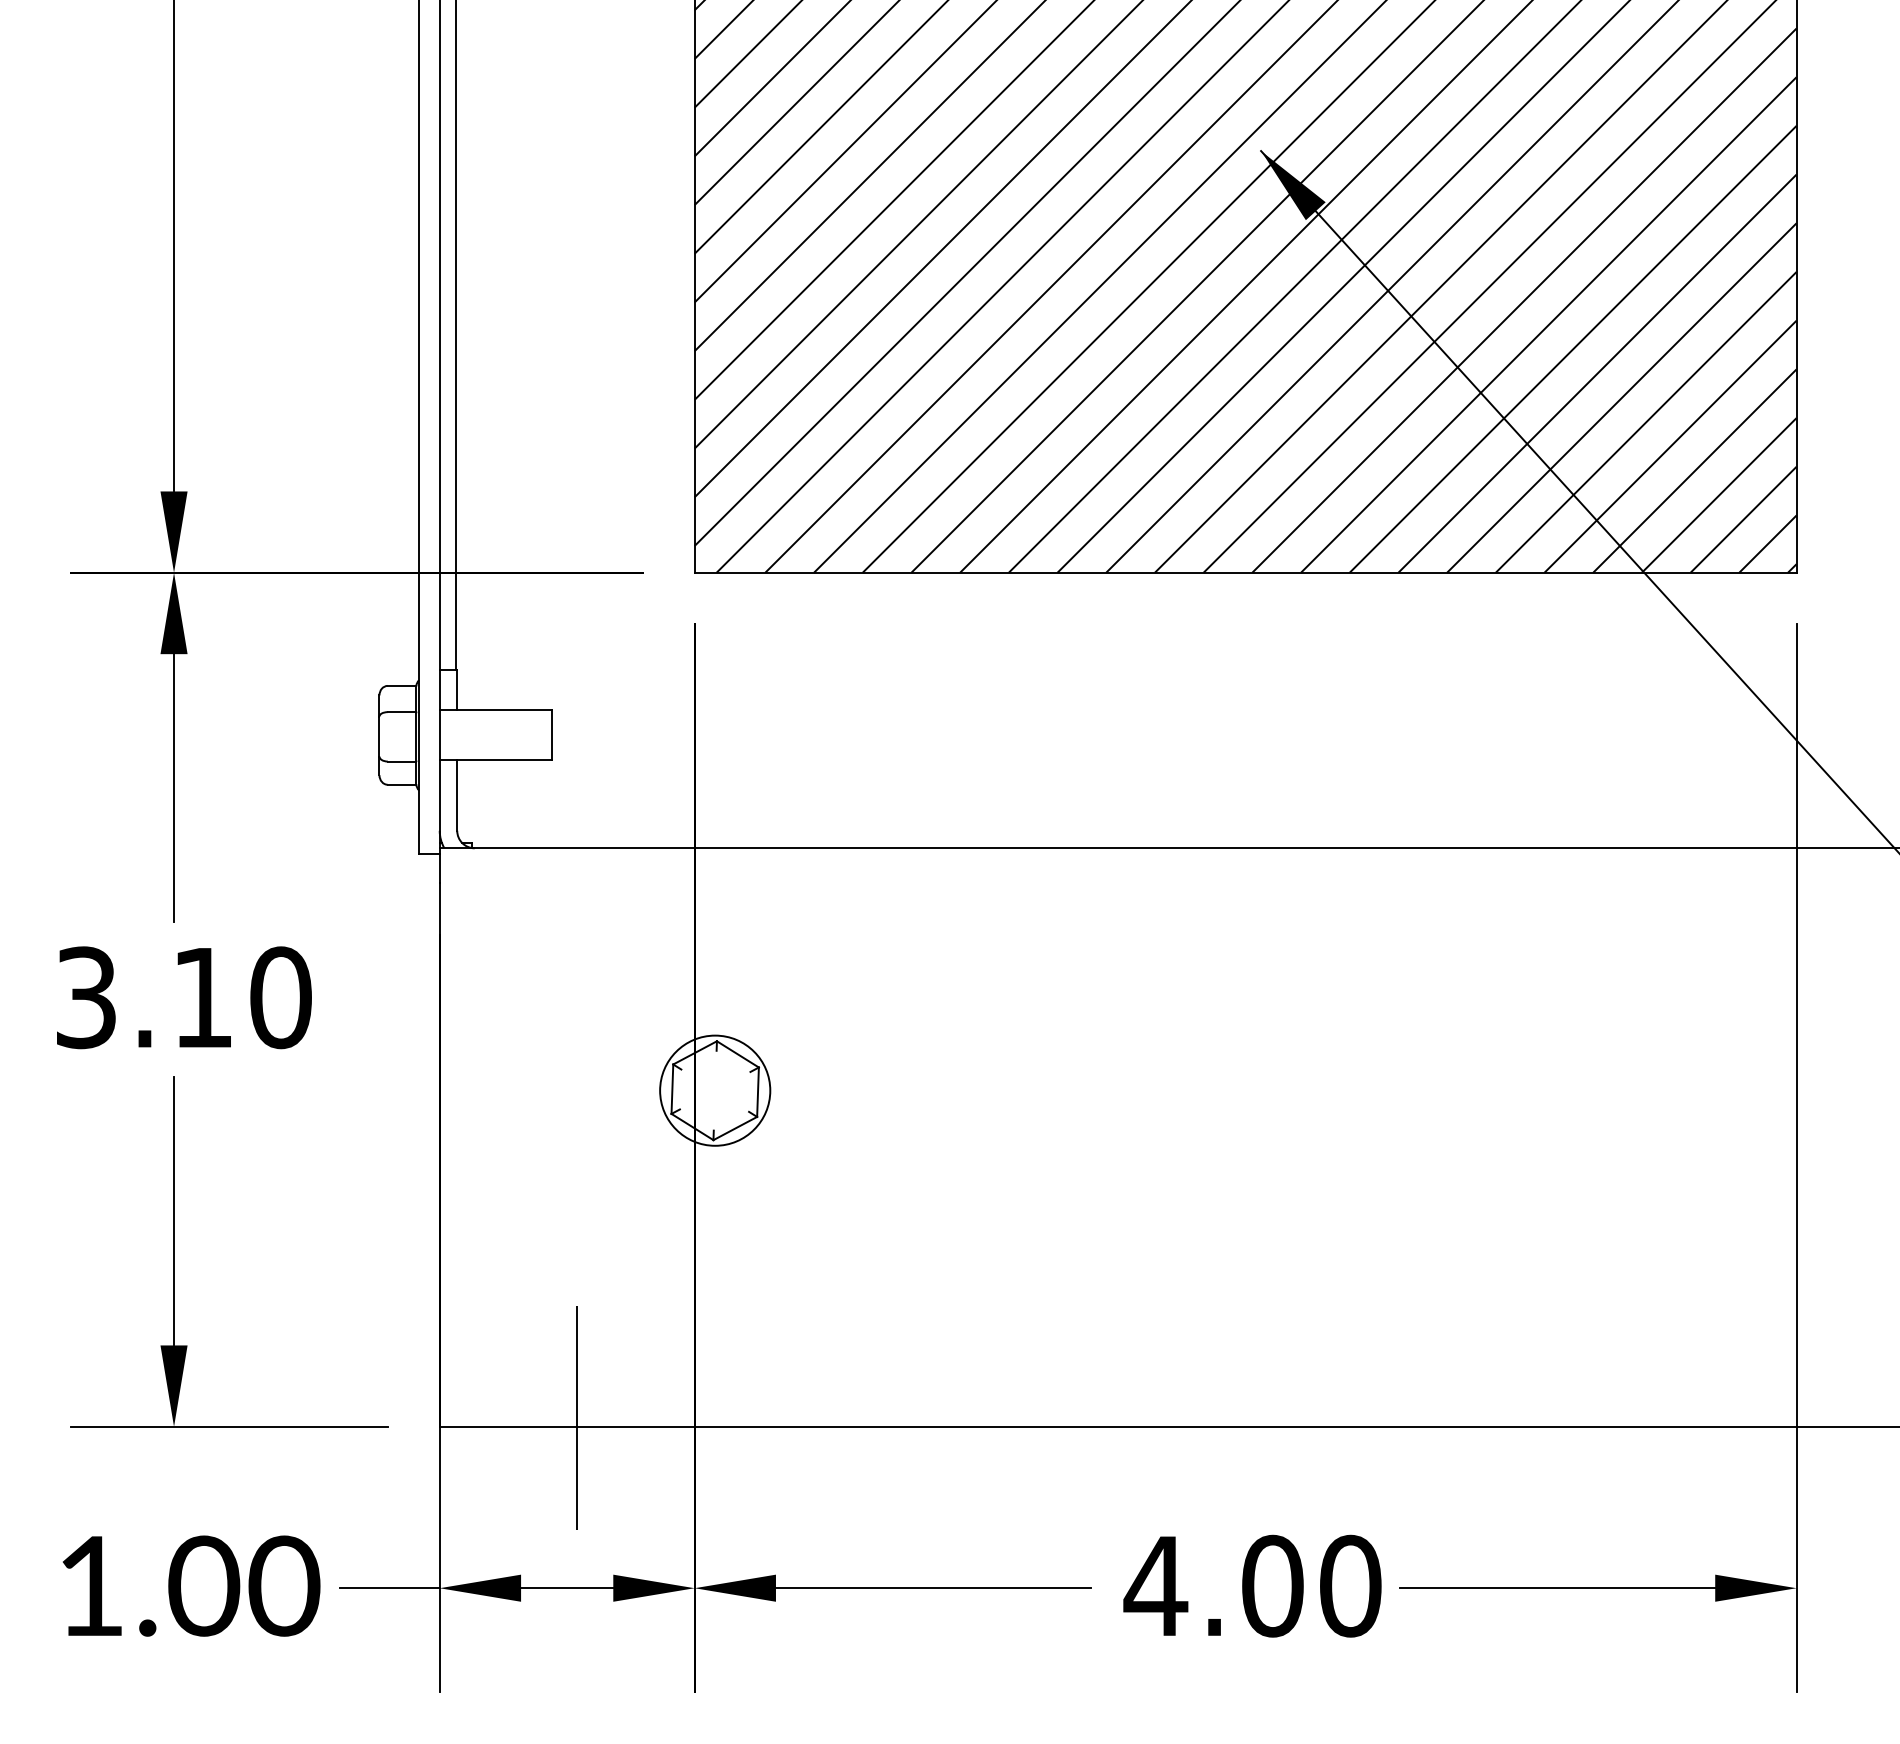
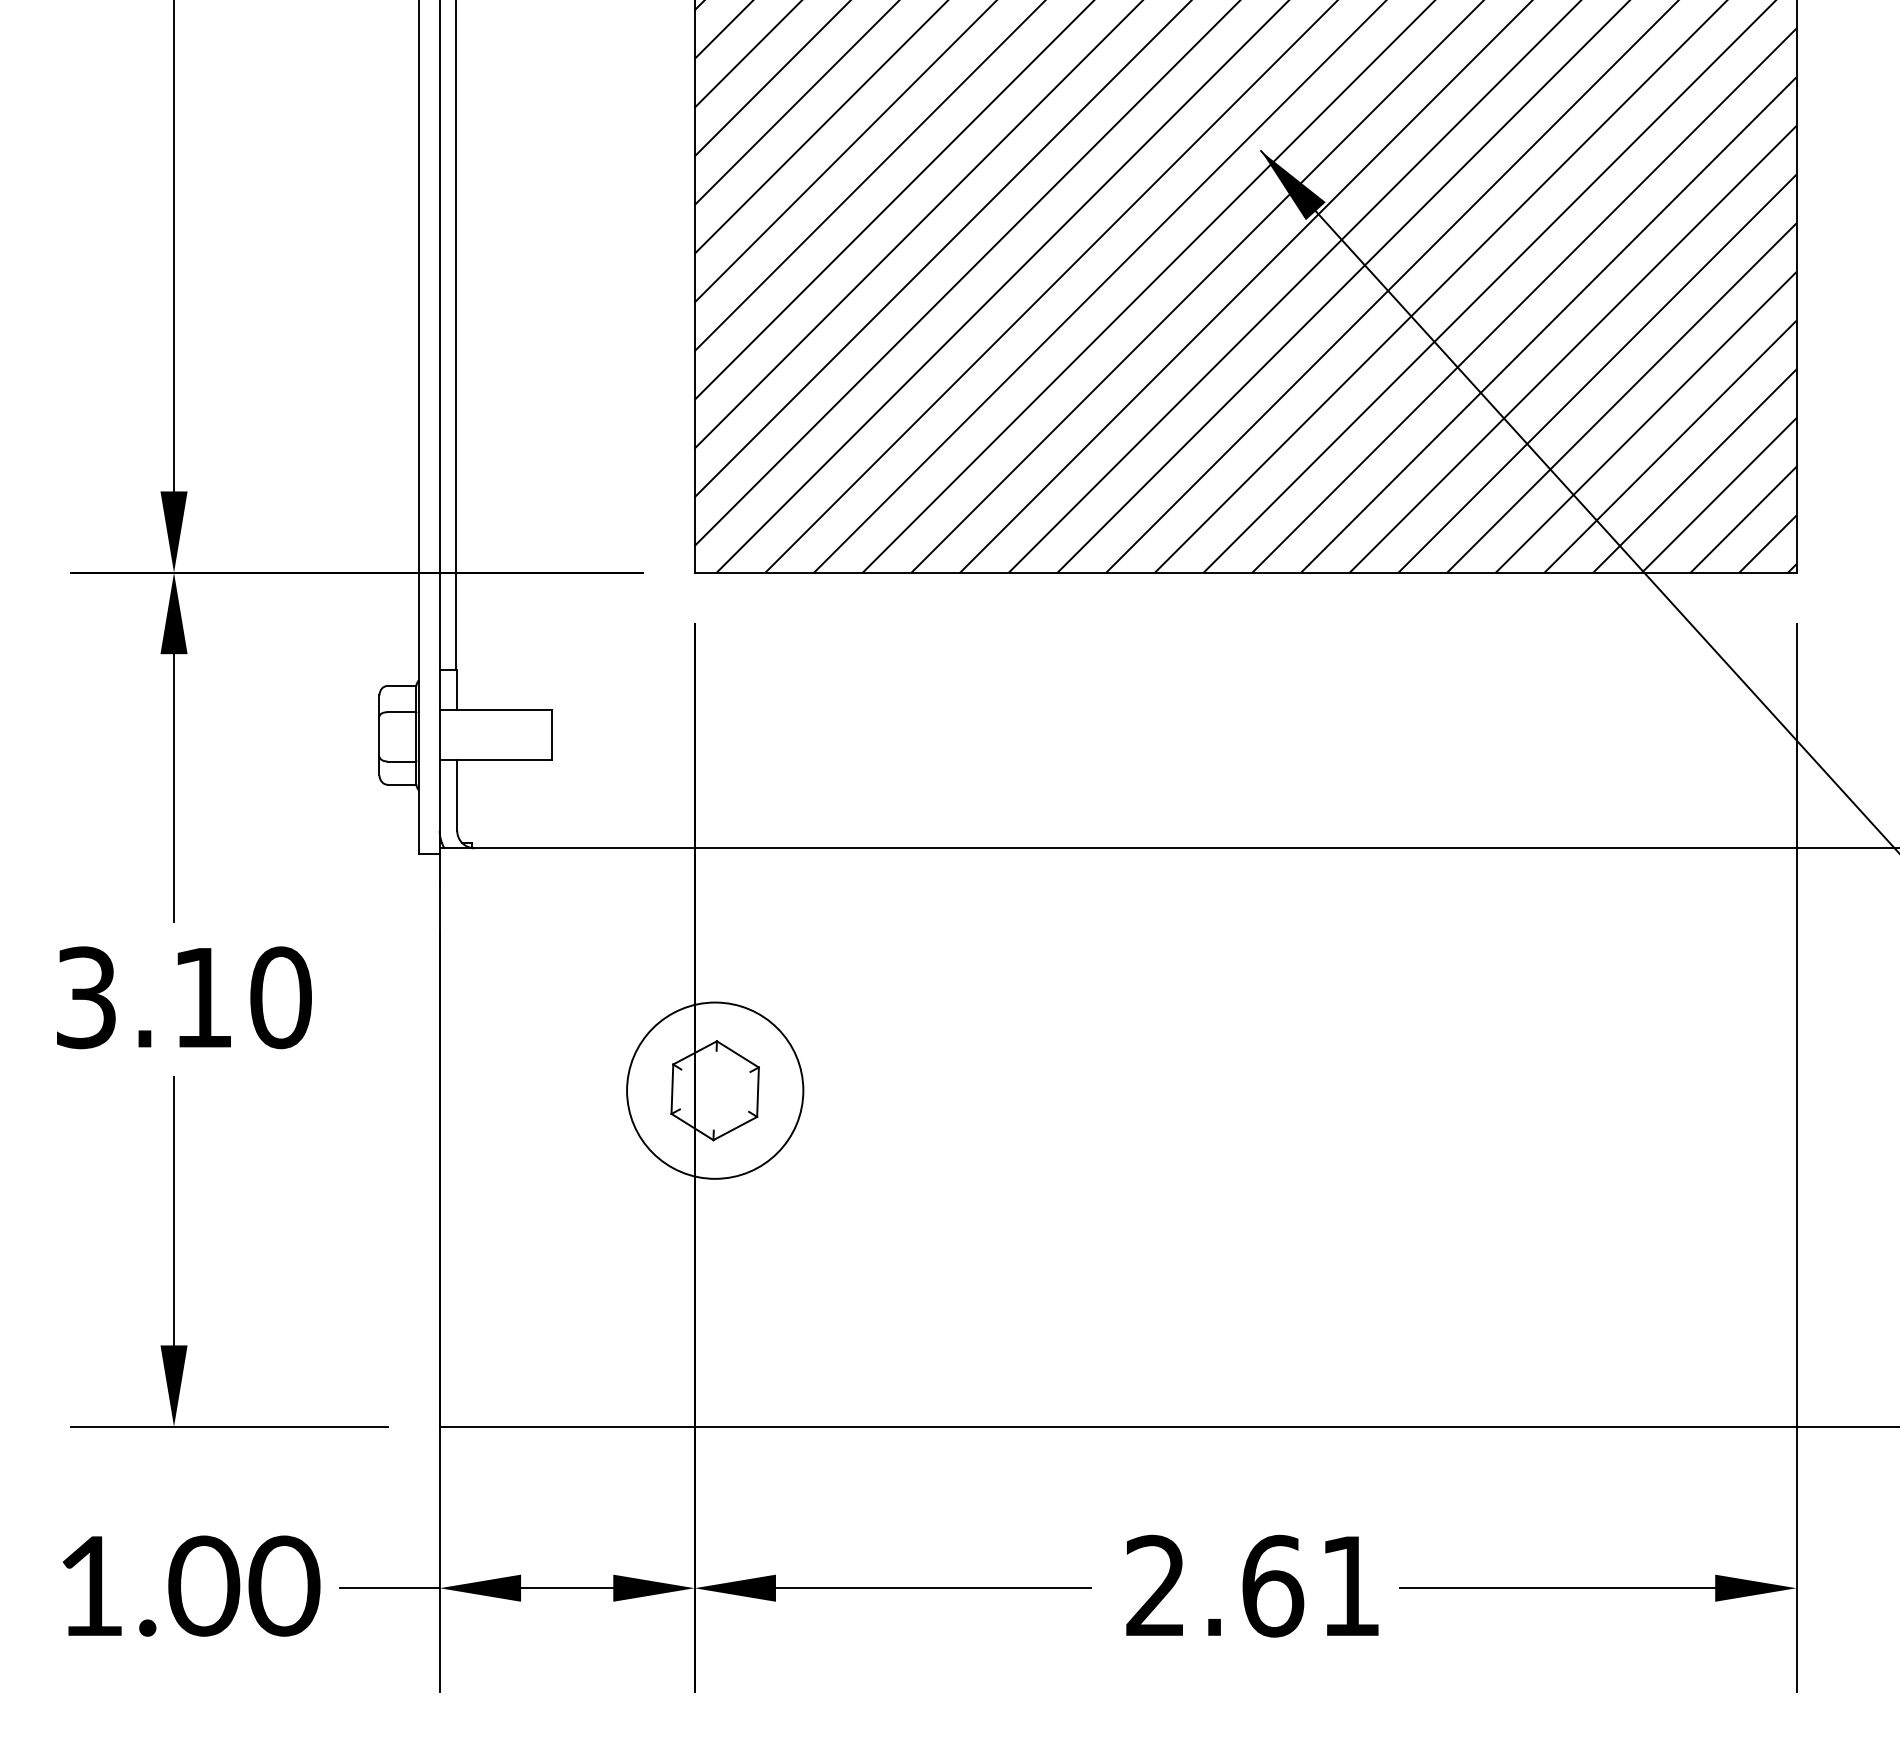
circle at (715, 1090) diameter: 110 px -> 176 px
line at (577, 1418): present -> none
text at (1252, 1585): 4.00 -> 2.61
